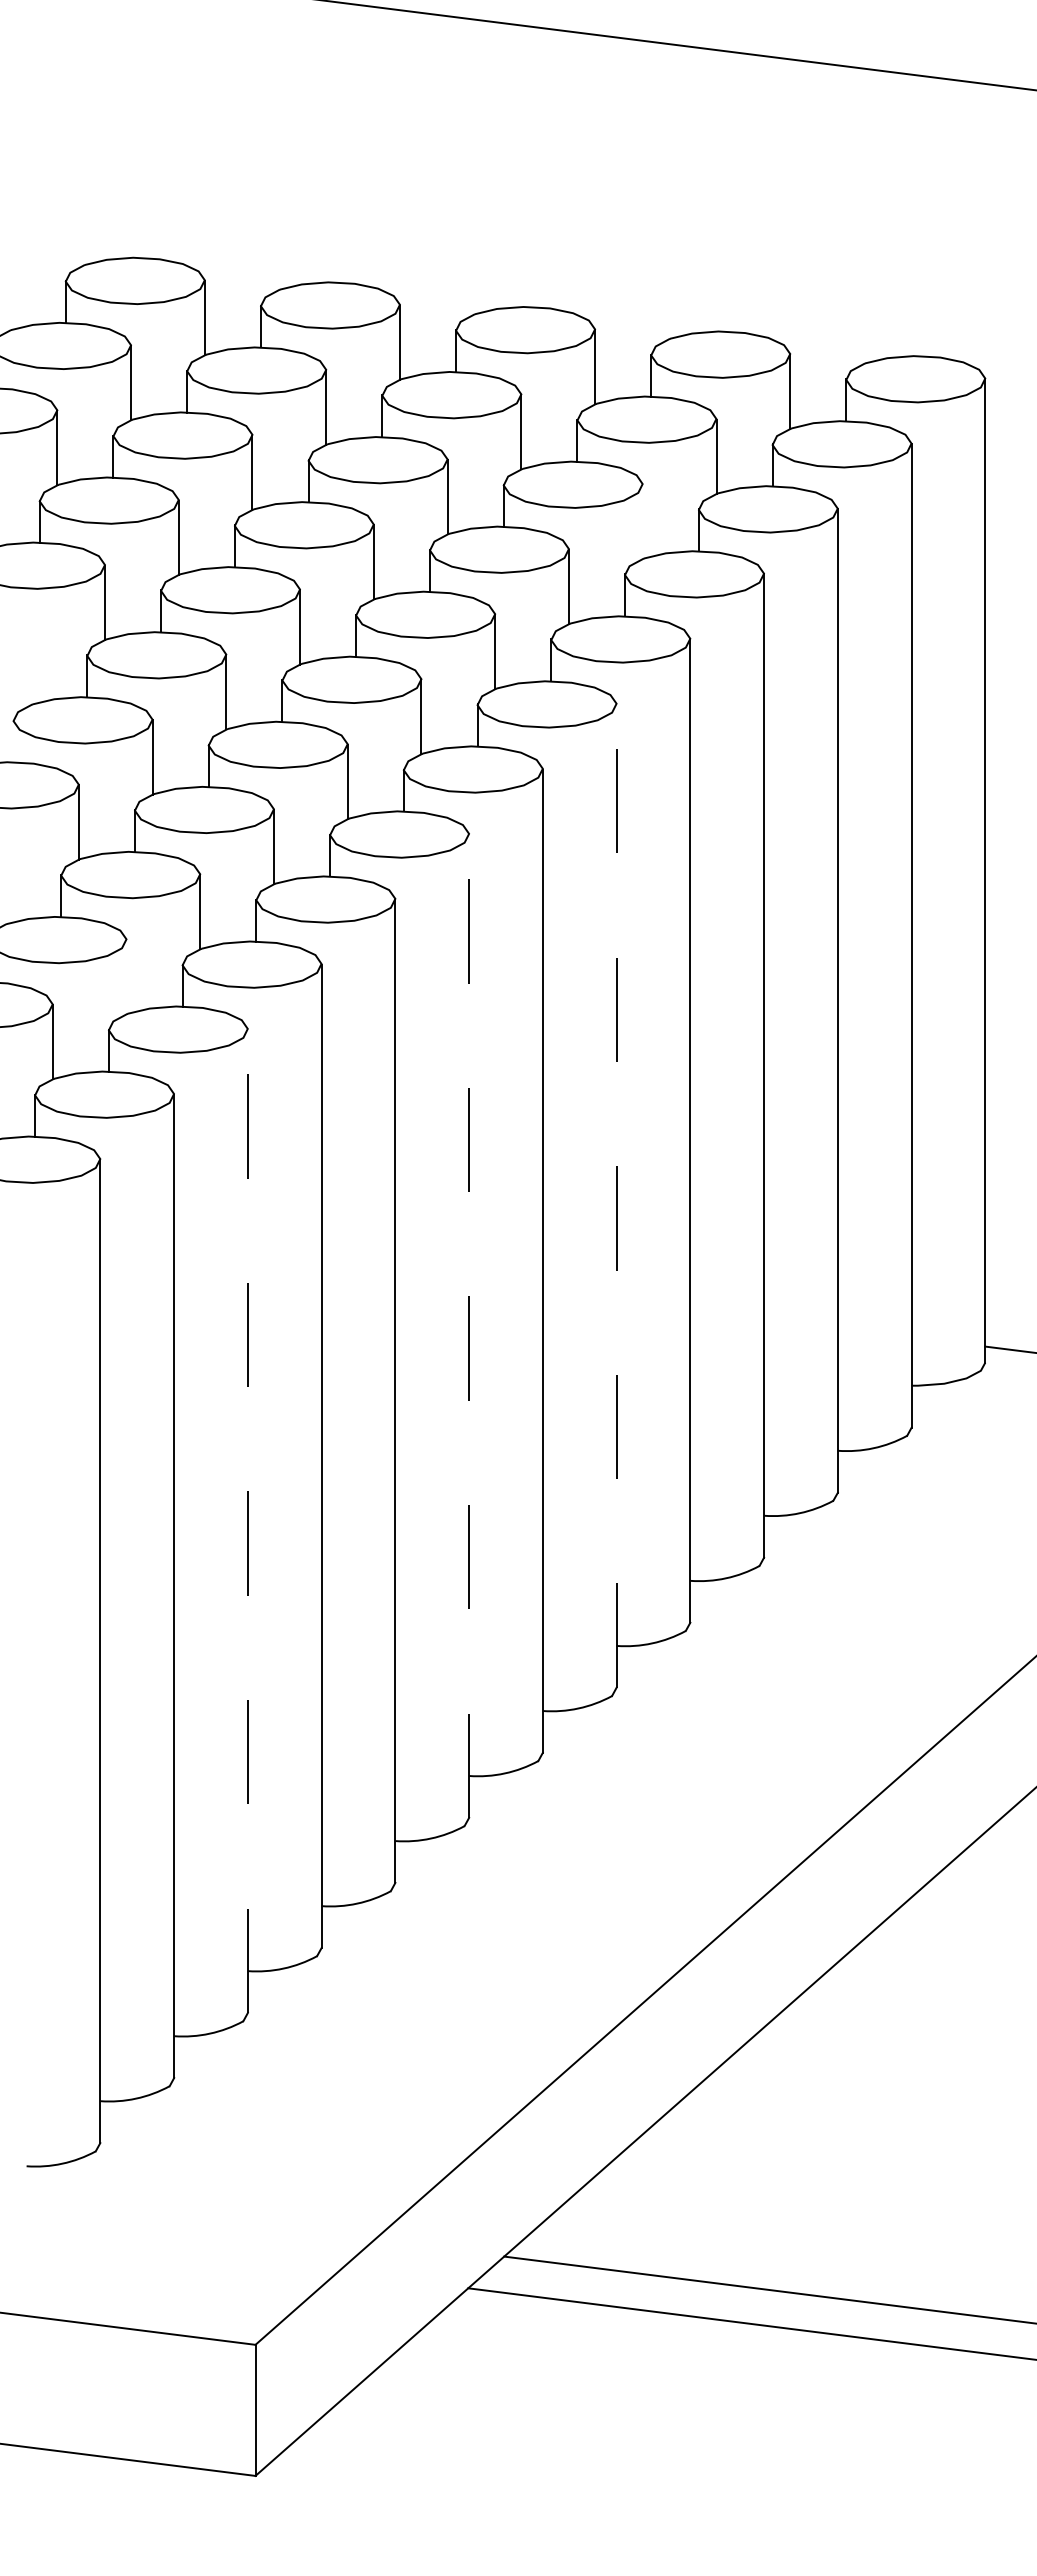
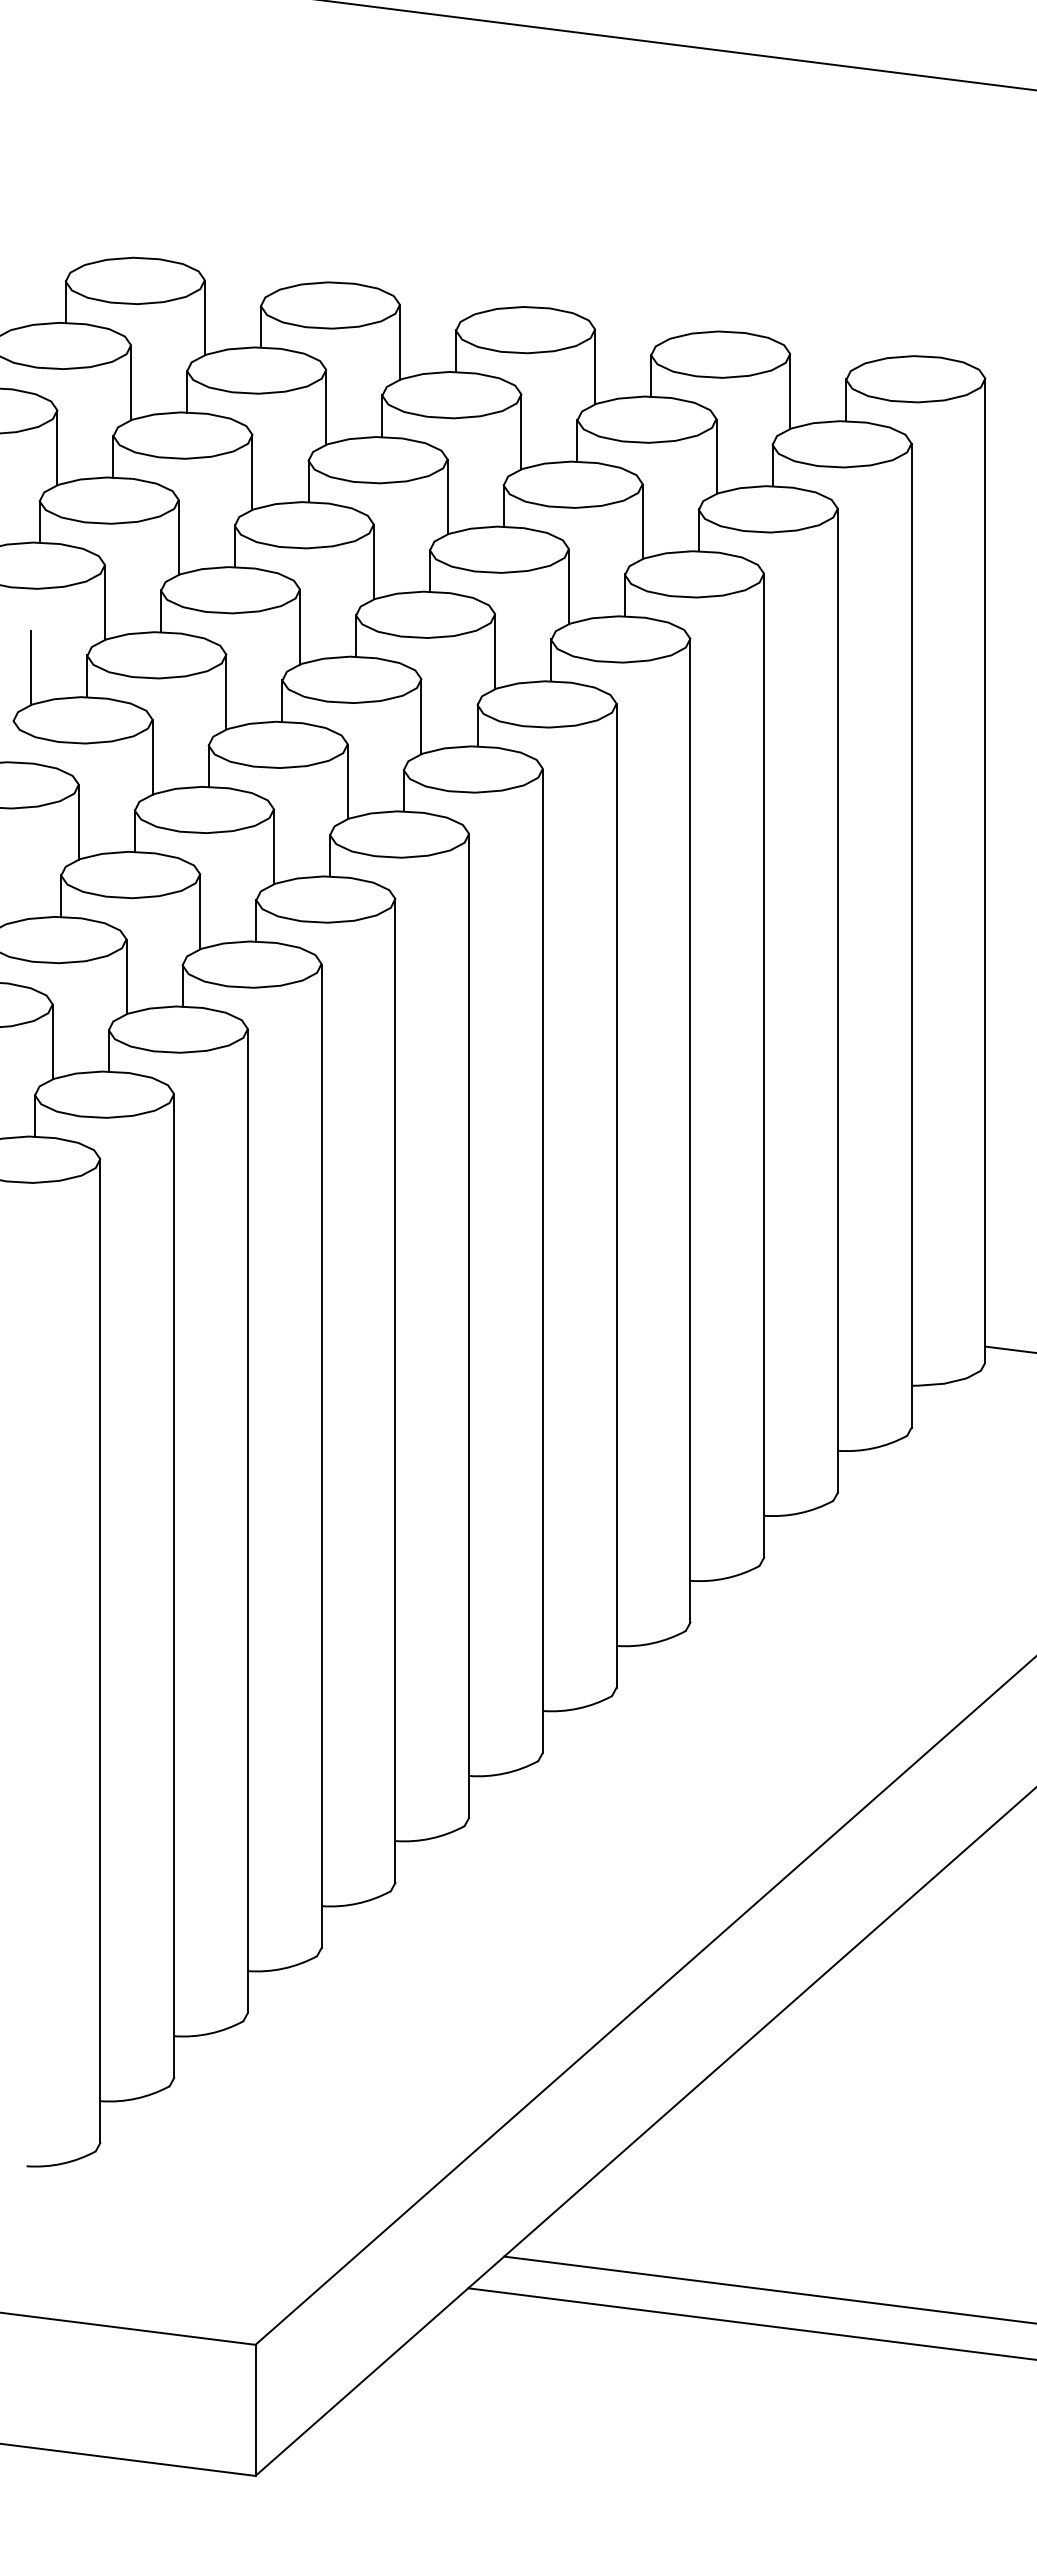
line at (642, 521): none -> present
line at (31, 667): none -> present
line at (126, 977): none -> present
line at (616, 1196): dashed -> solid
line at (469, 1326): dashed -> solid
line at (247, 1521): dashed -> solid
